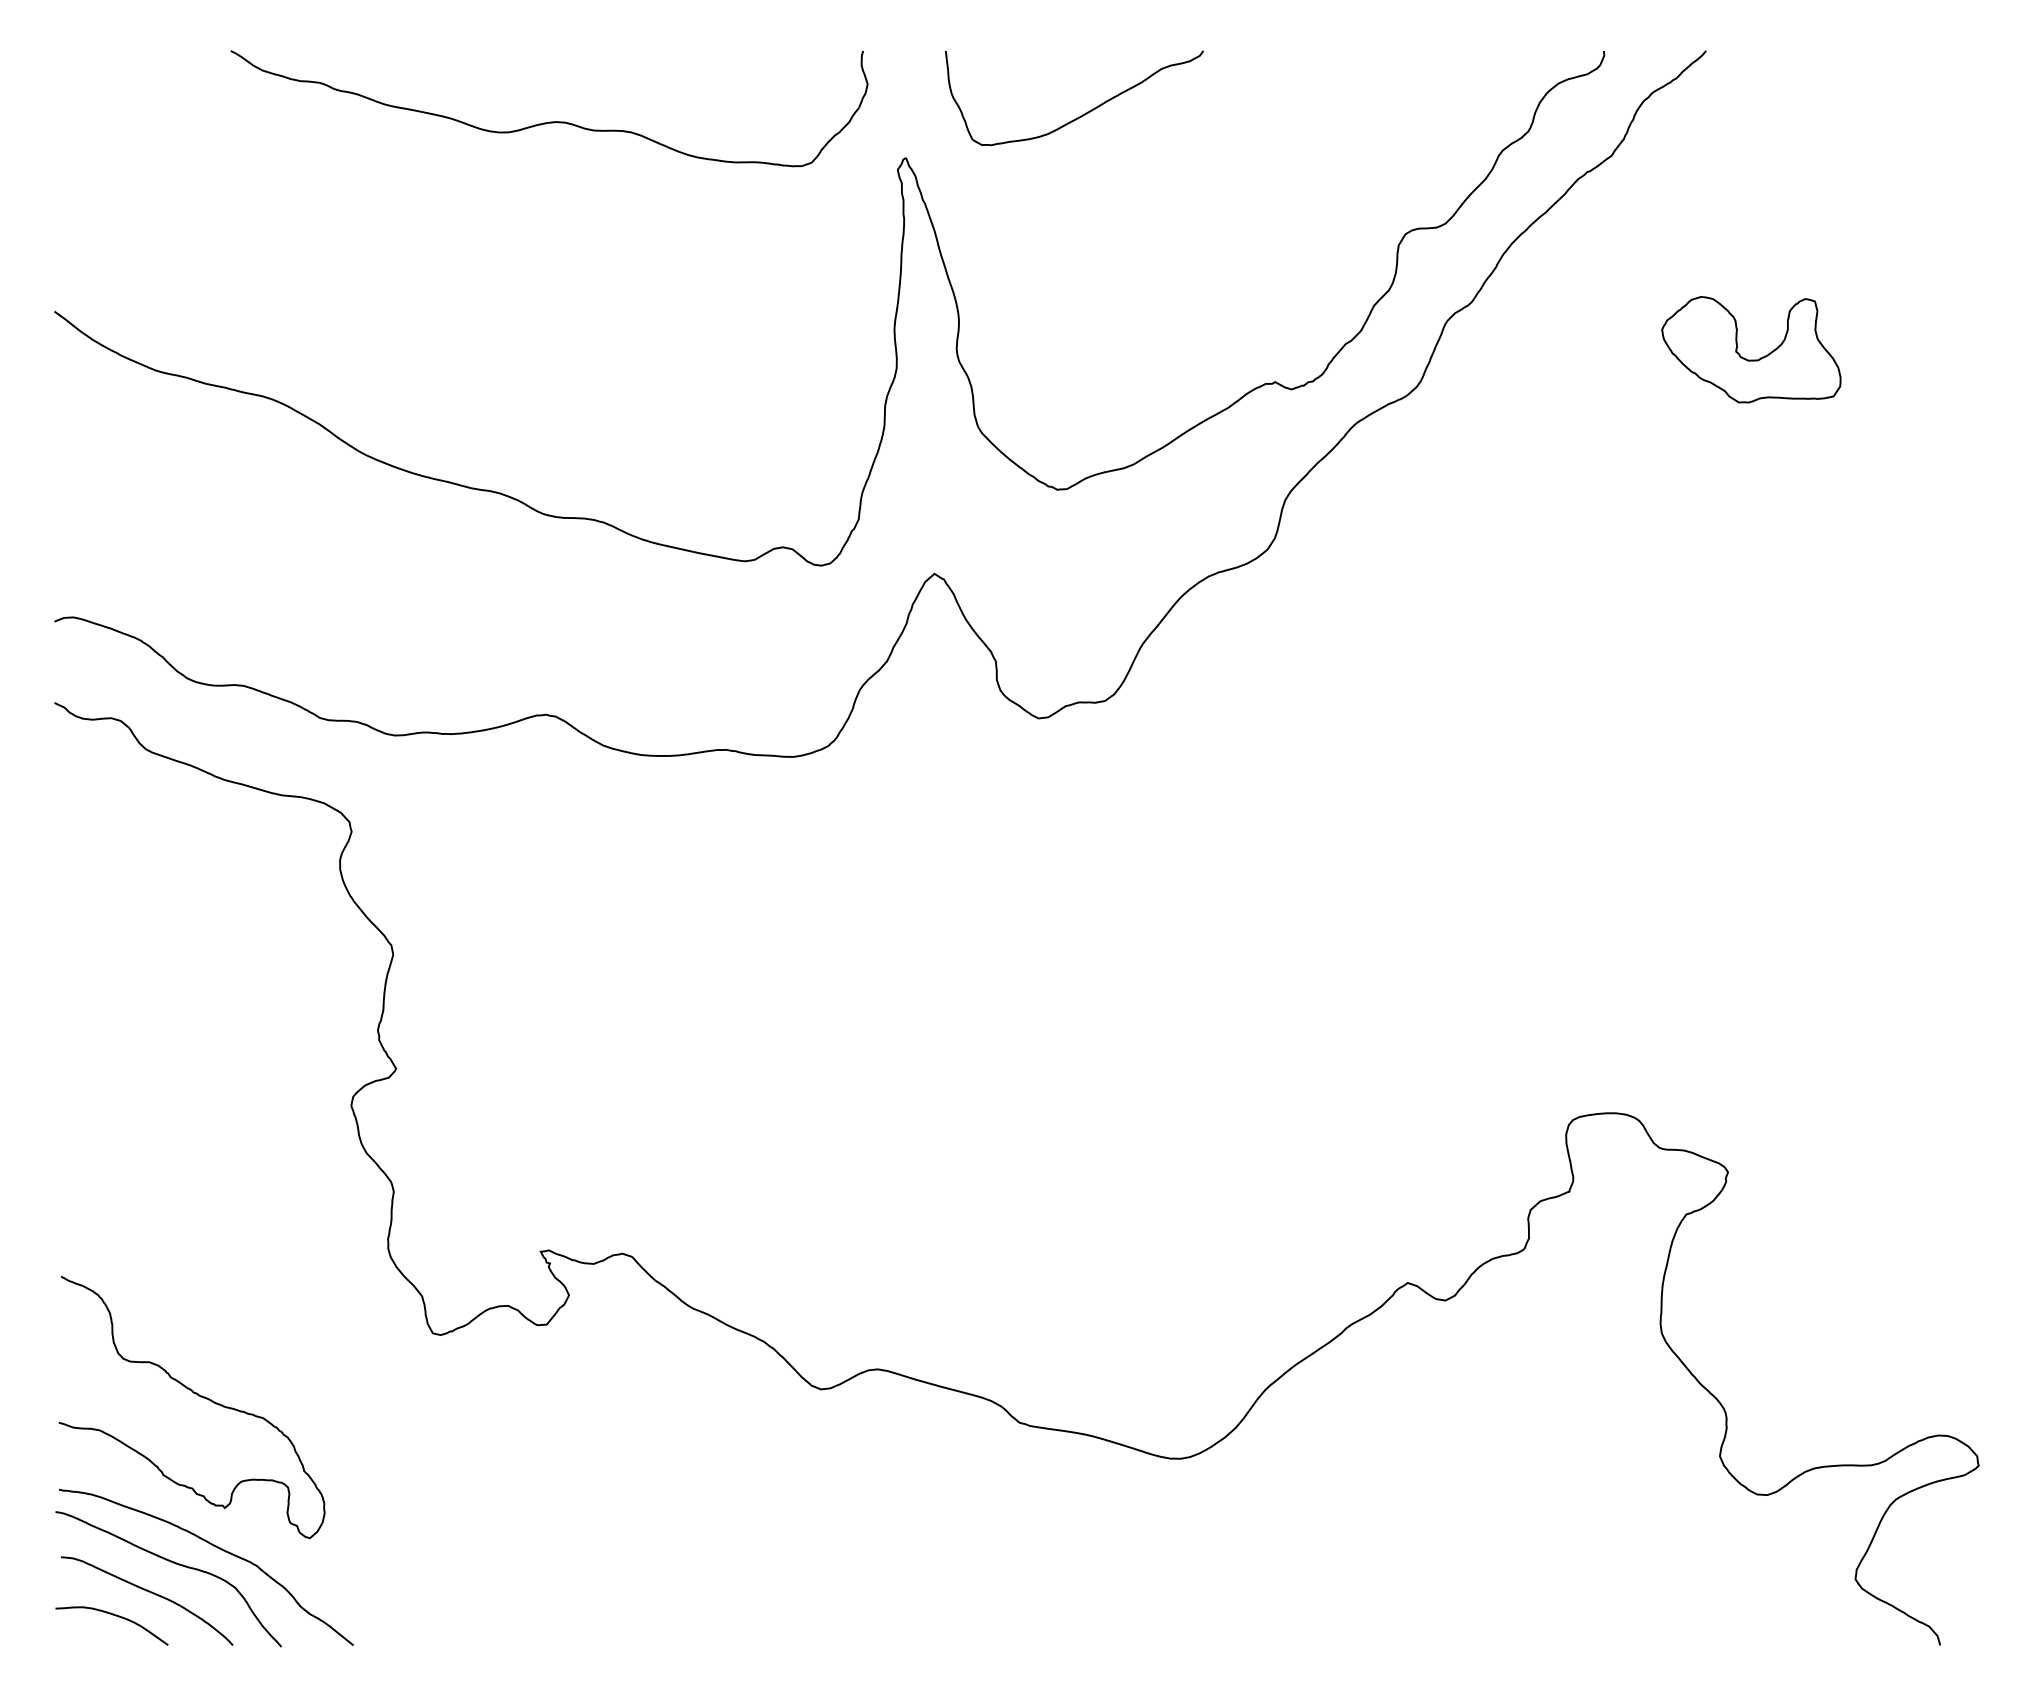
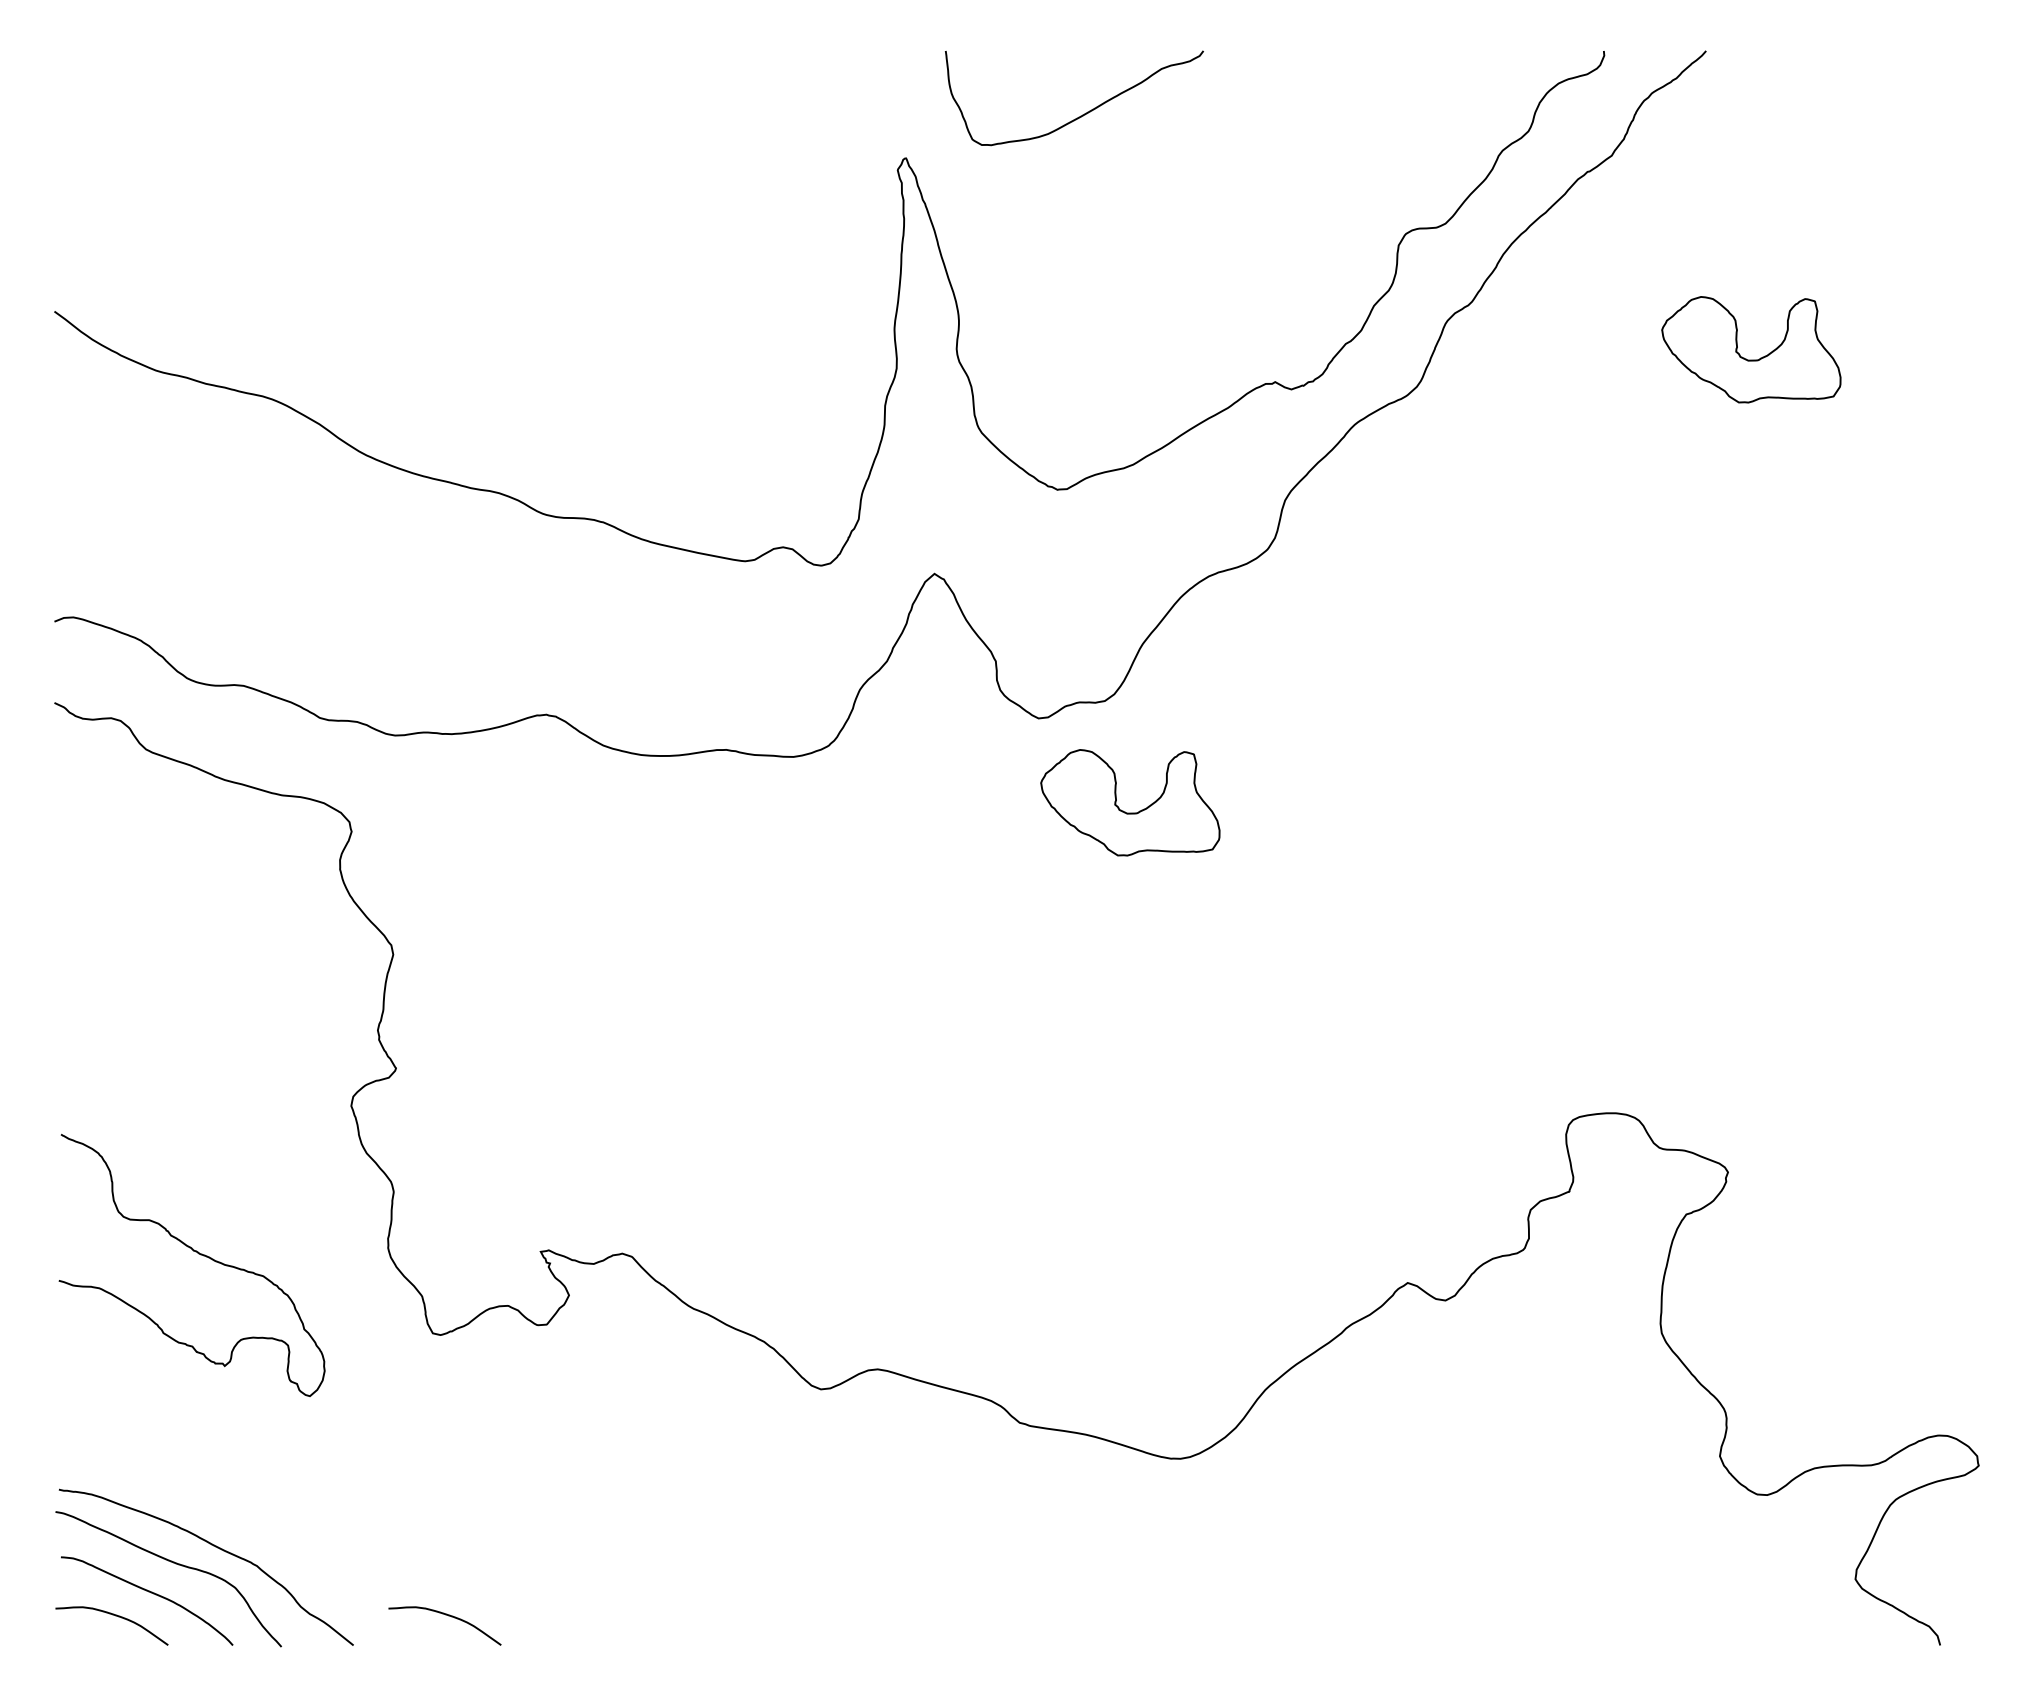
curve at (549, 121): present -> none
part at (1130, 812): none -> present
curve at (198, 1396) position: (198, 1396) -> (198, 1254)
curve at (448, 1616): none -> present
